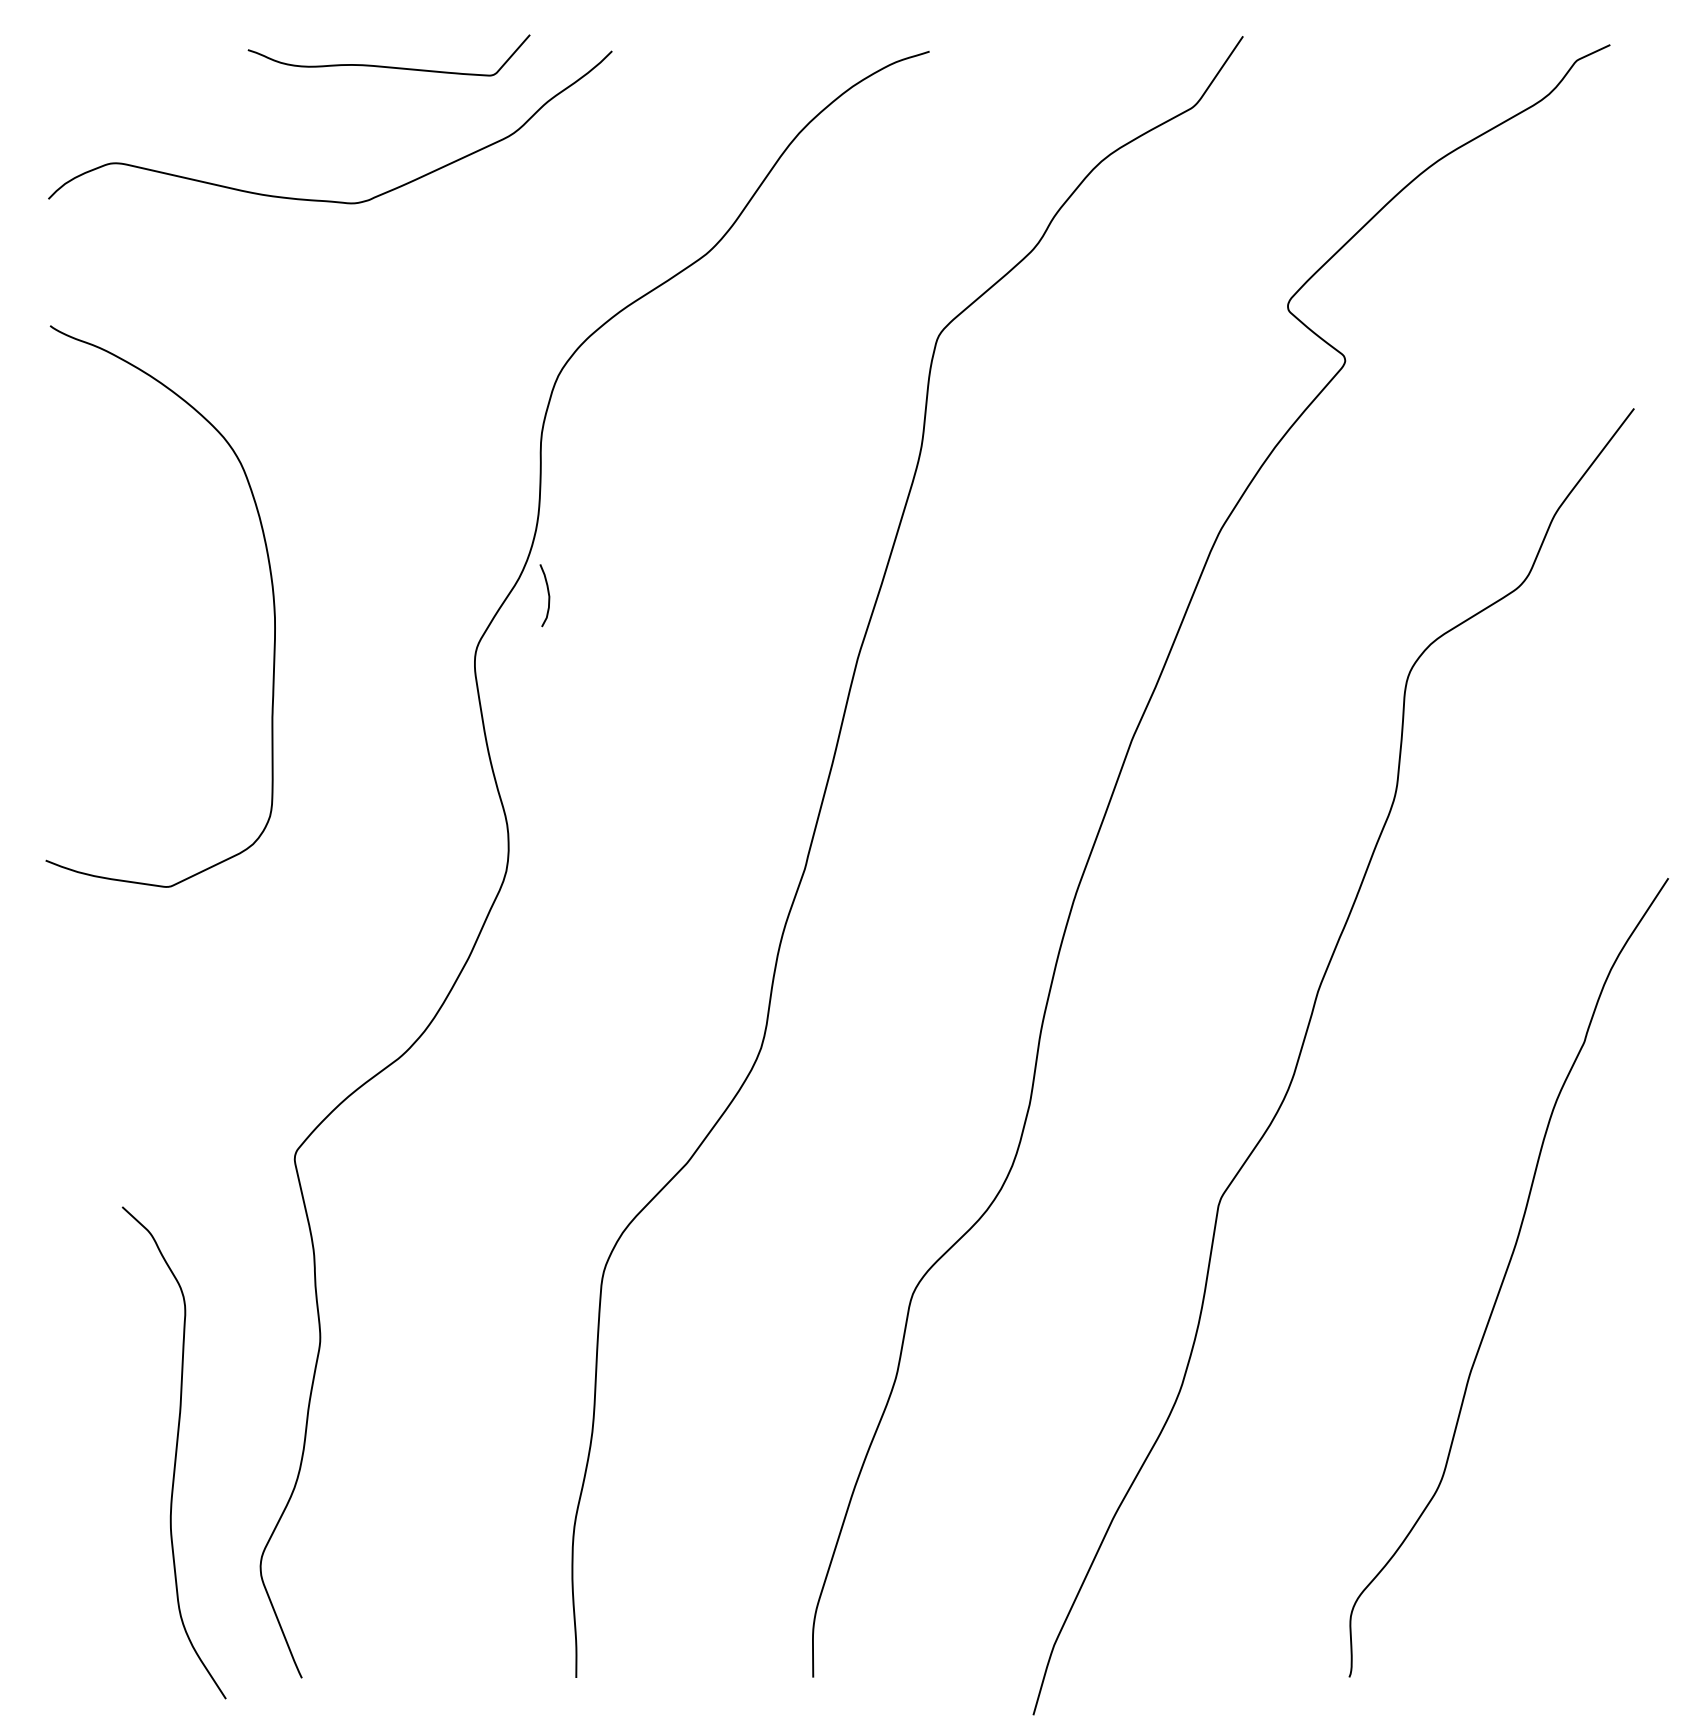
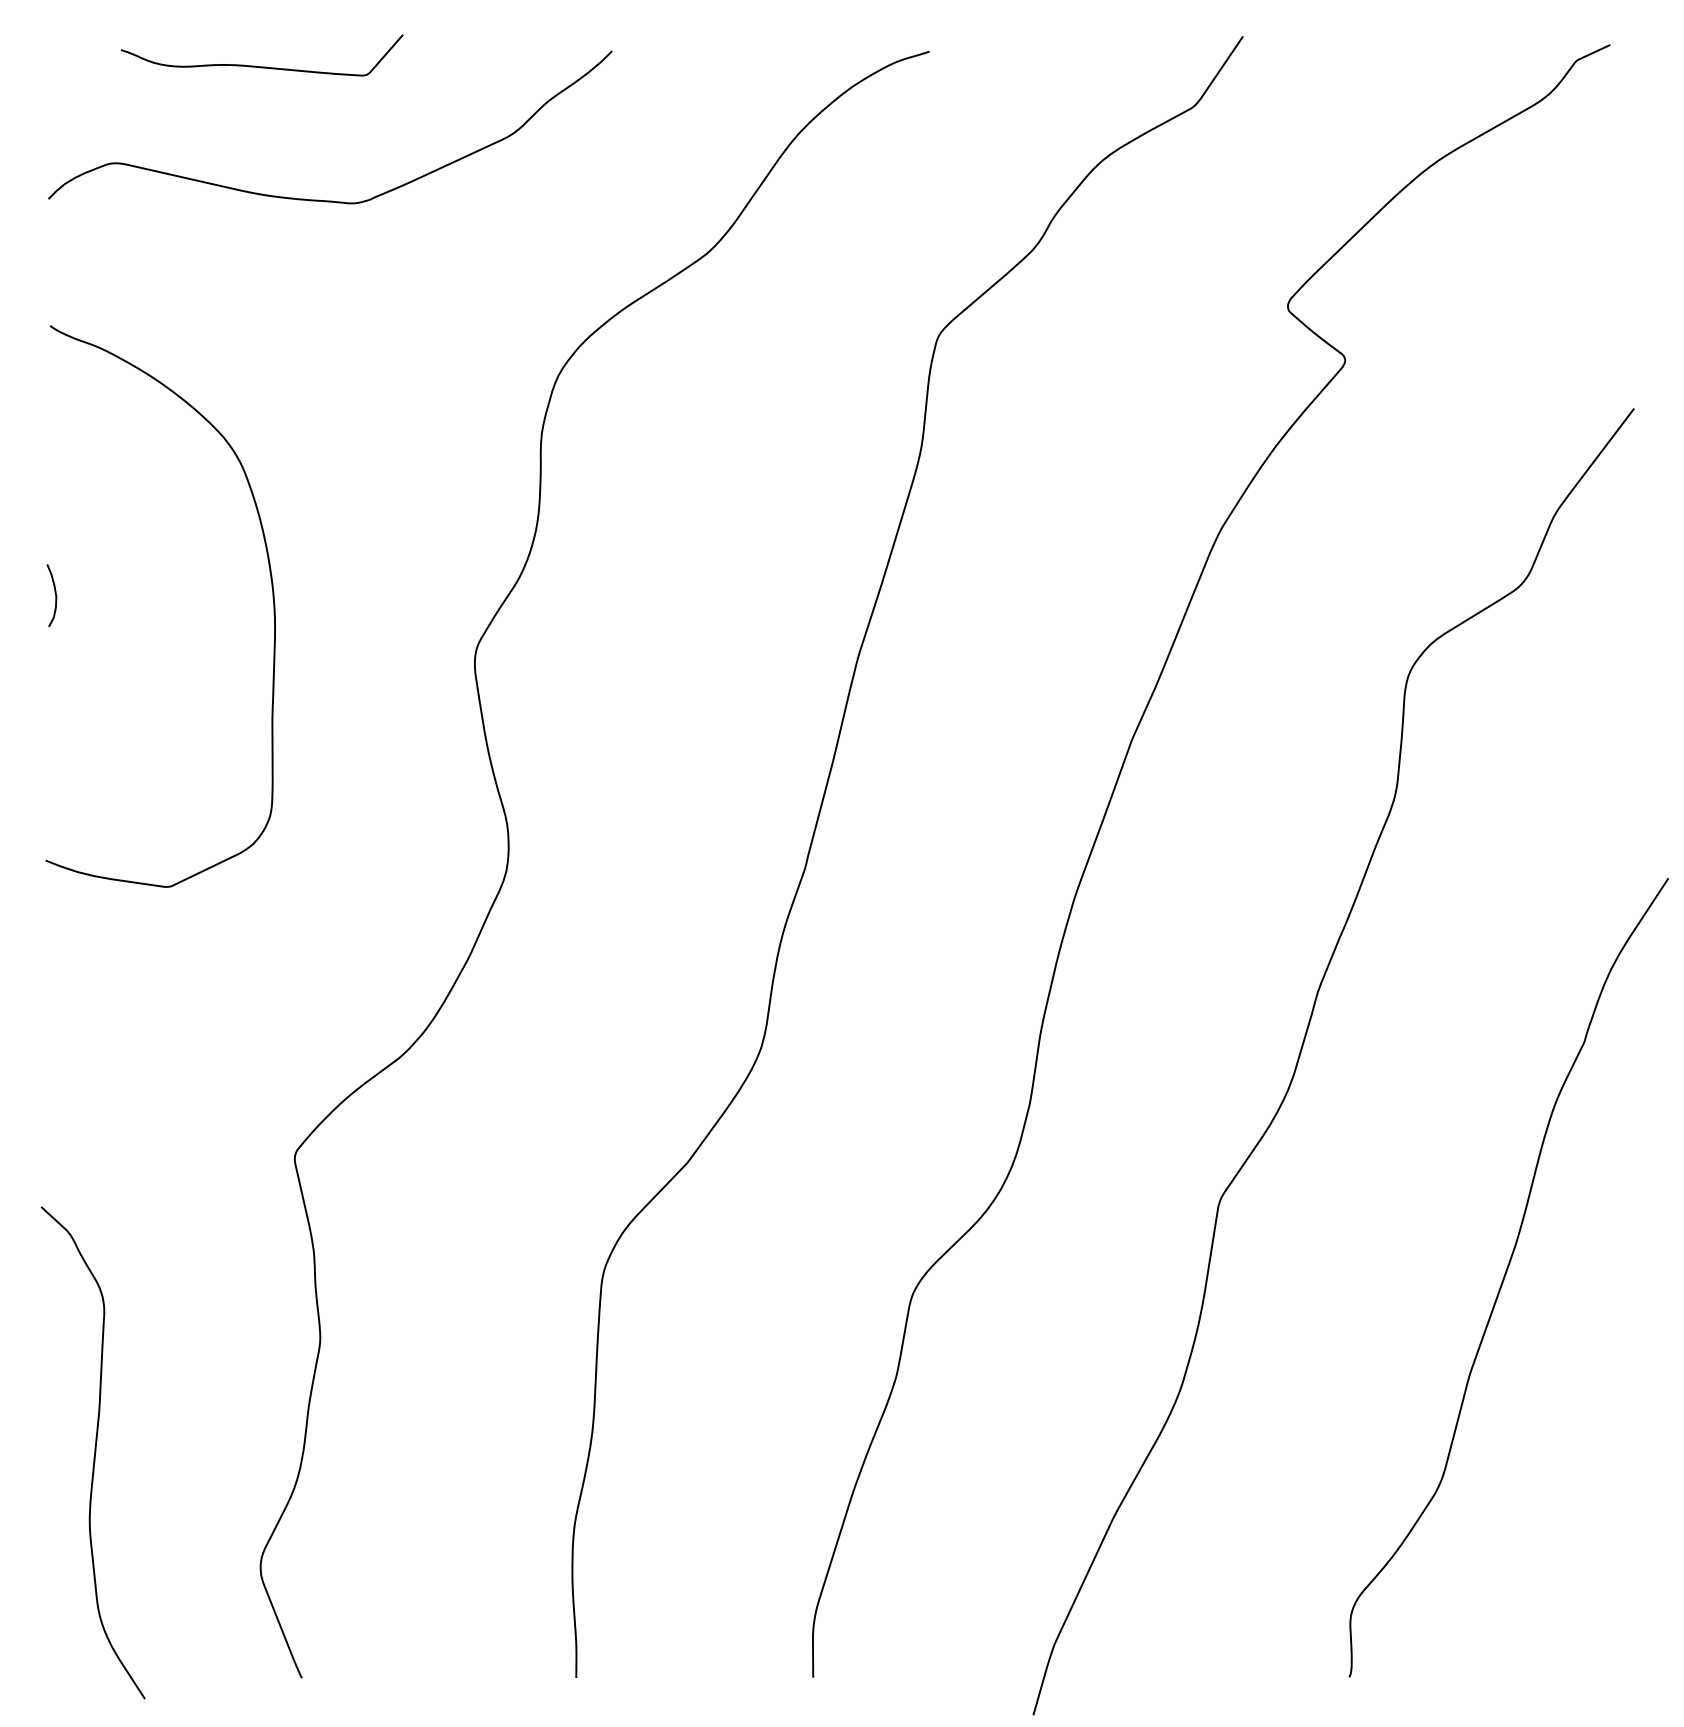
curve at (388, 66) position: (388, 66) -> (261, 66)
curve at (547, 593) position: (547, 593) -> (54, 593)
curve at (175, 1452) position: (175, 1452) -> (94, 1452)
